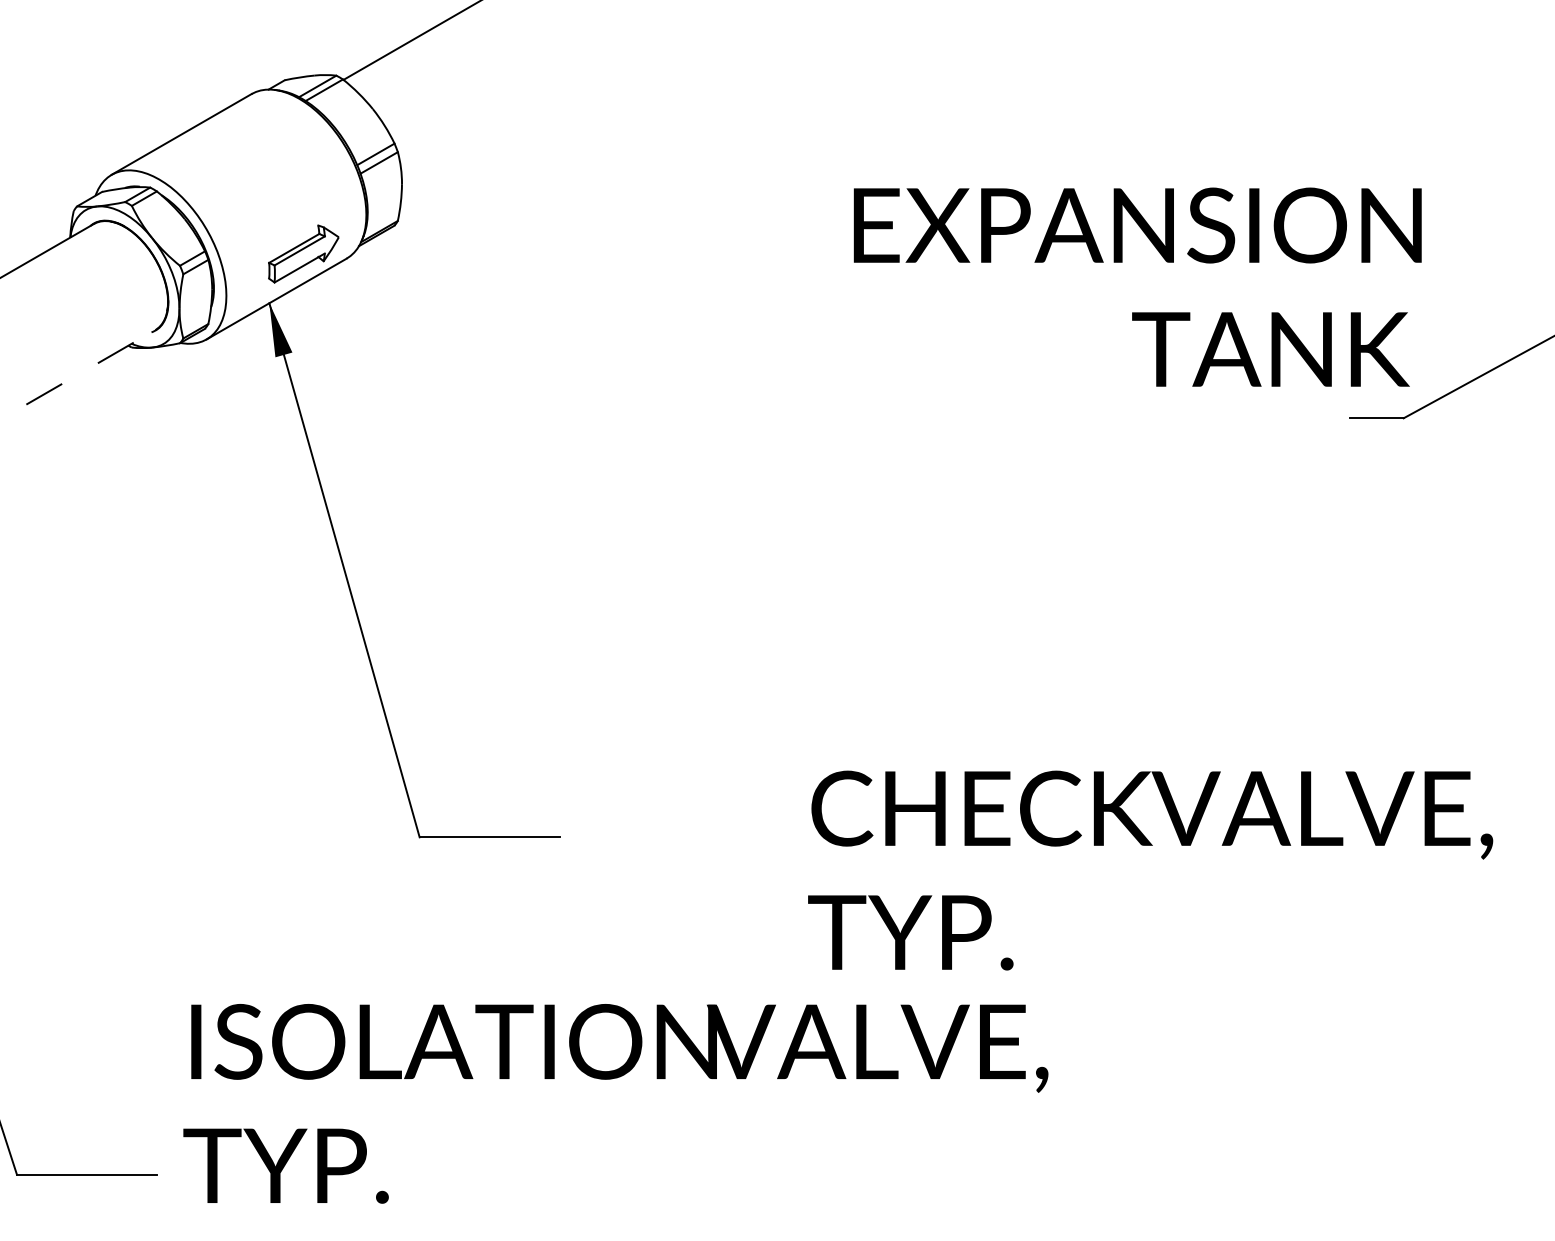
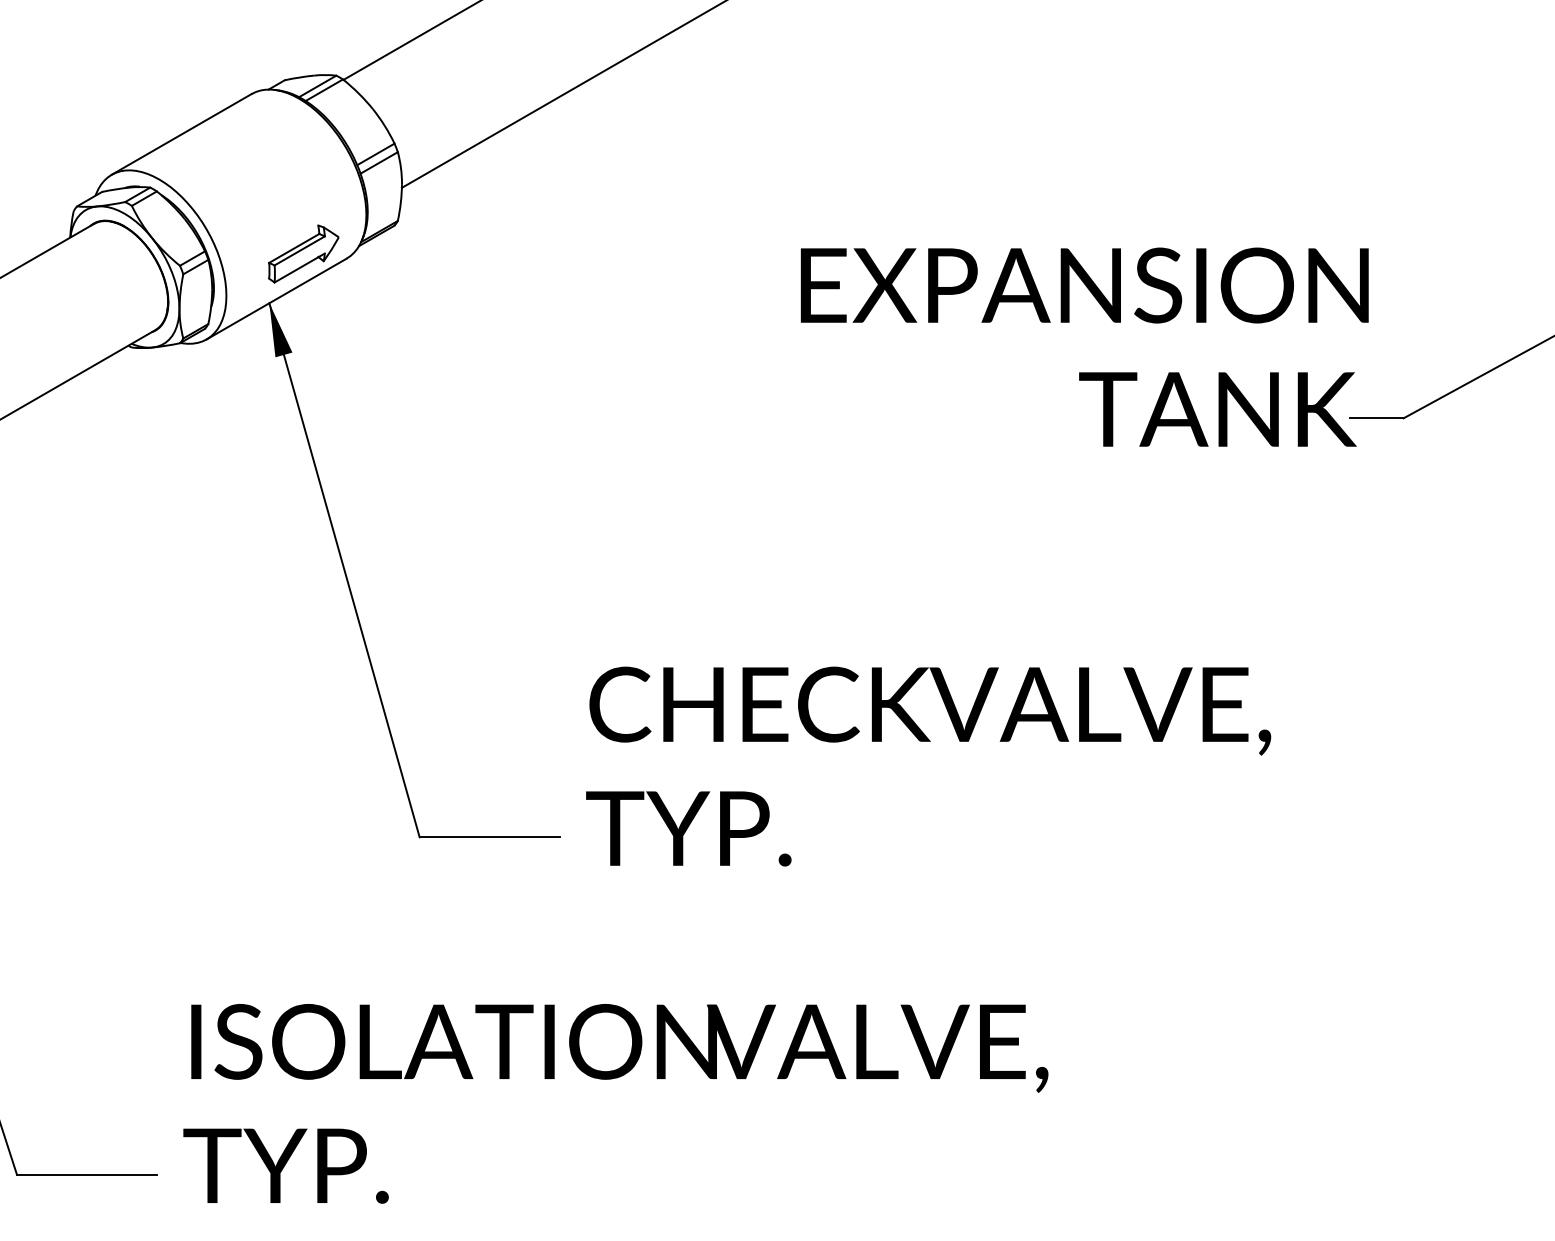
line at (562, 94): none -> present
text at (1137, 286) position: (1137, 286) -> (1084, 346)
line at (78, 374): dashed -> solid
text at (1150, 870) position: (1150, 870) -> (928, 766)
